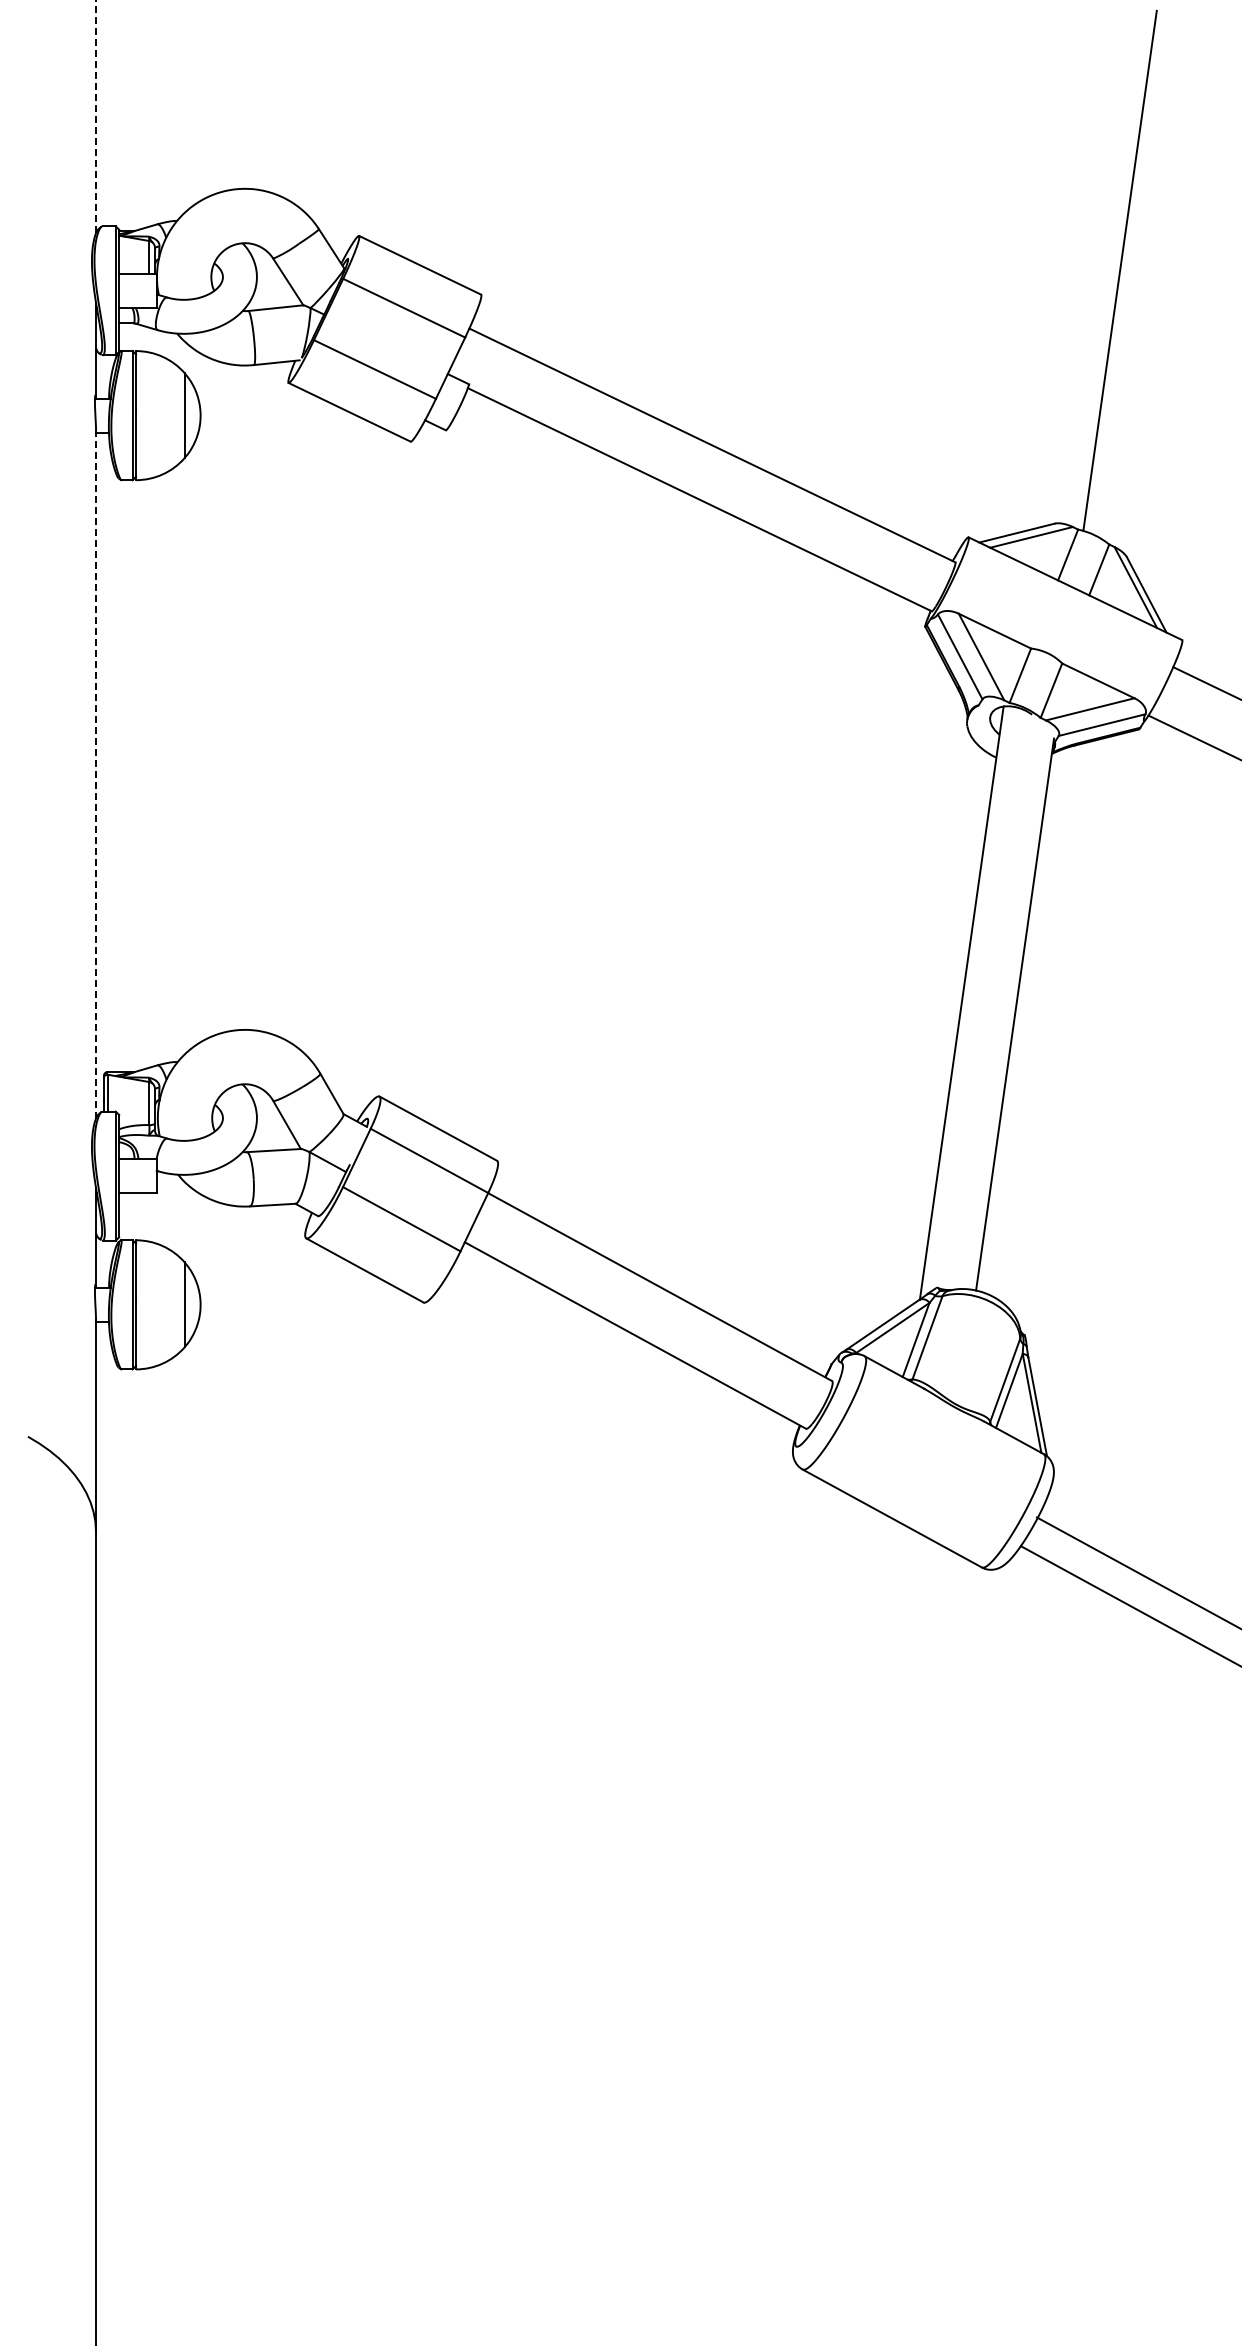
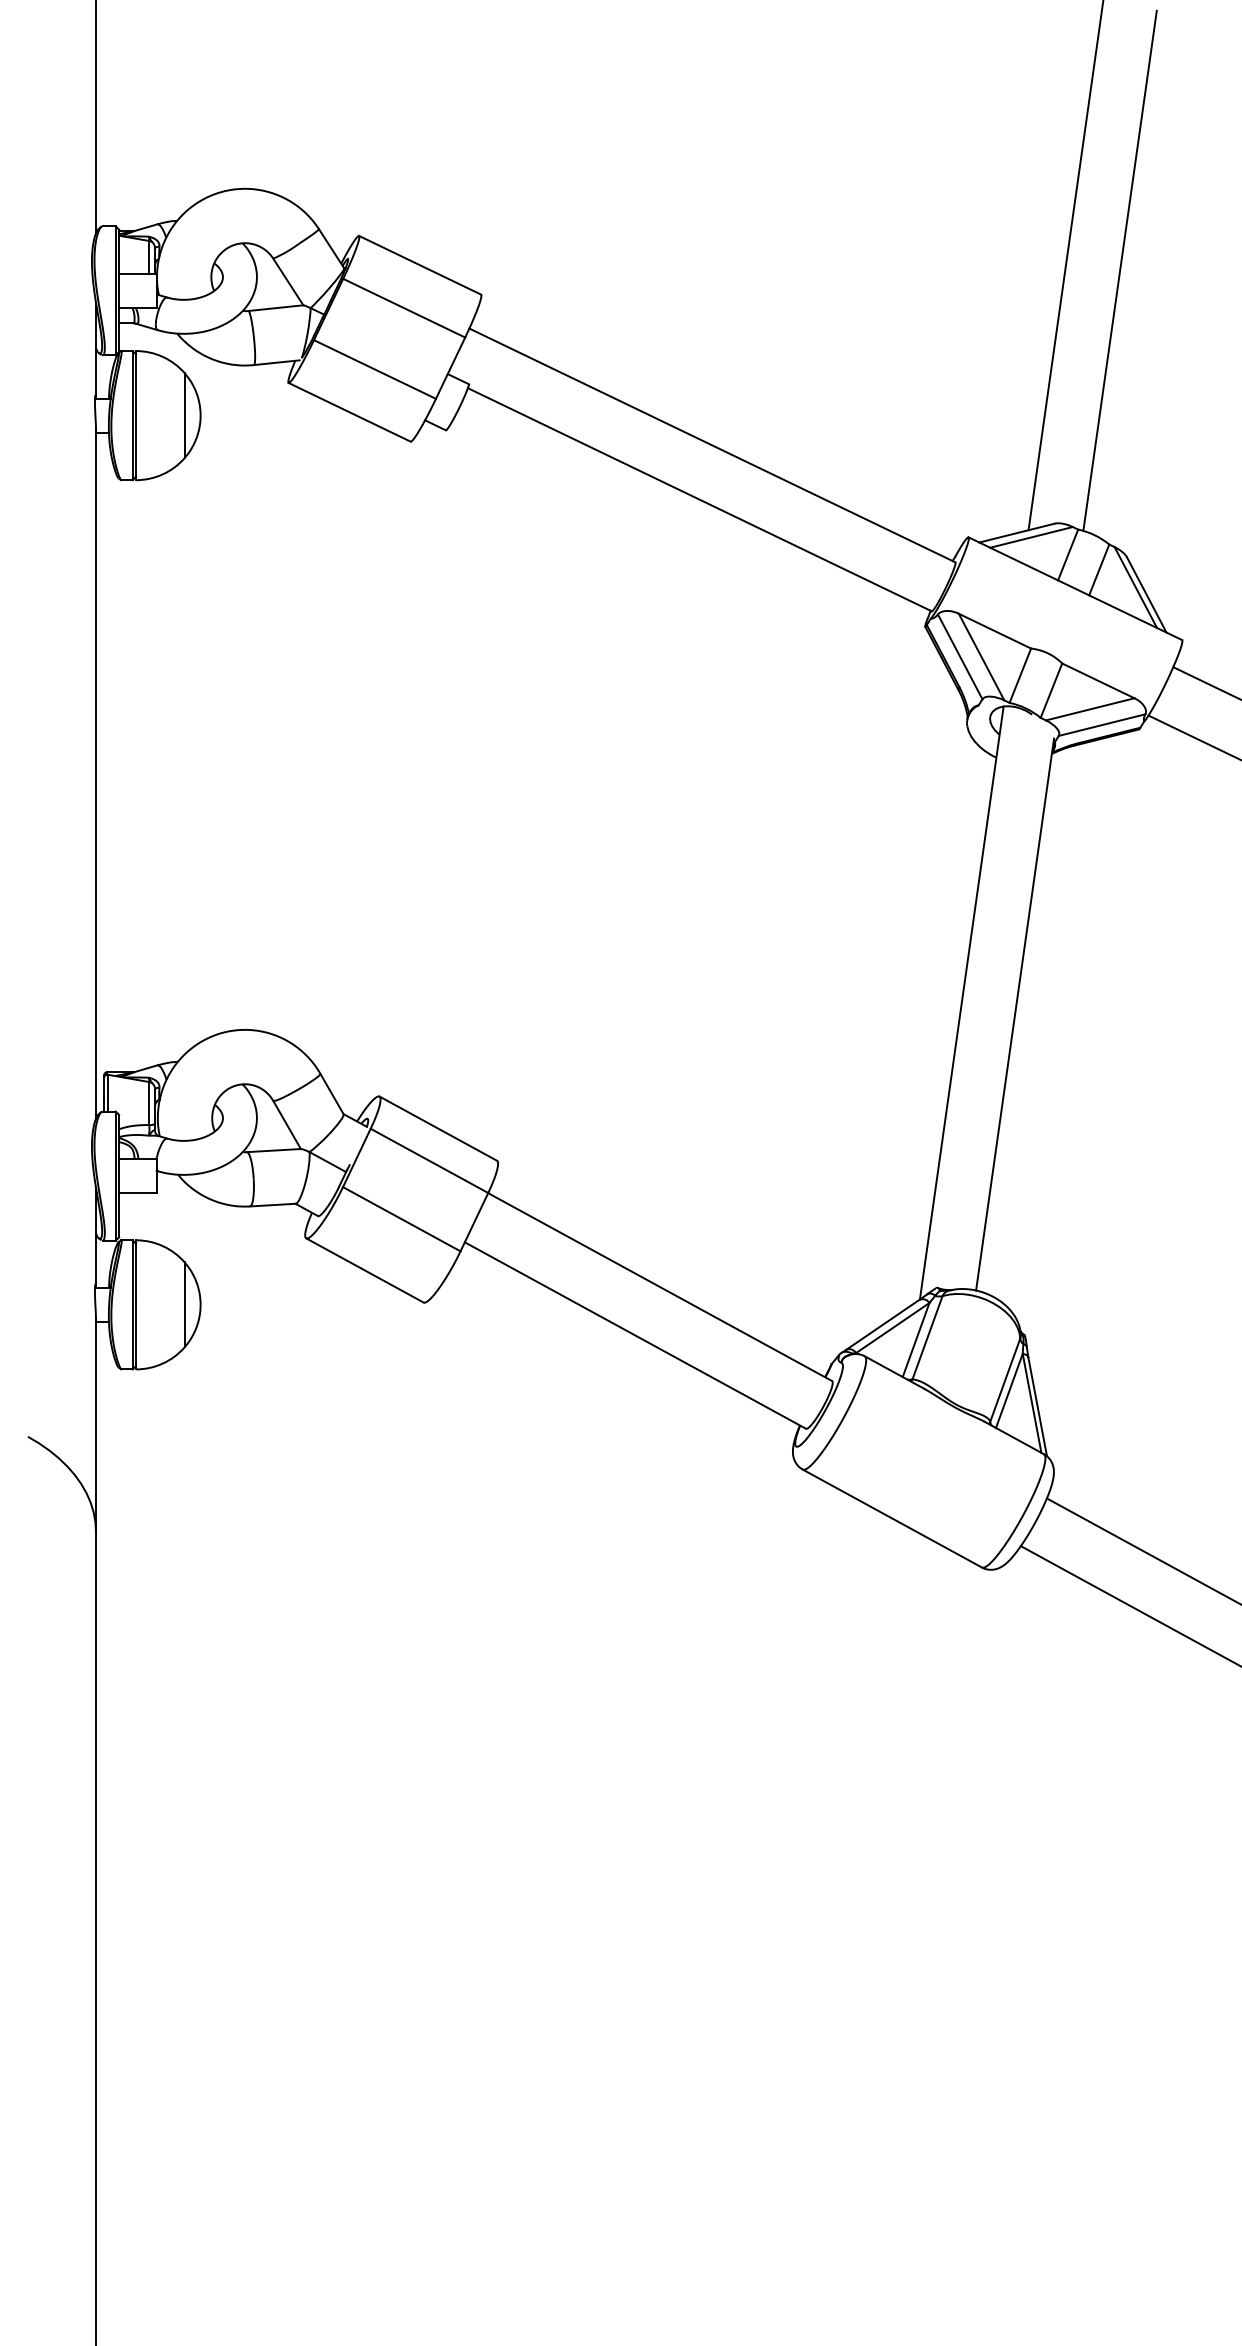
line at (96, 116): dashed -> solid
line at (1065, 266): none -> present
line at (96, 774): dashed -> solid
line at (1137, 1572) position: (1137, 1572) -> (1142, 1550)
